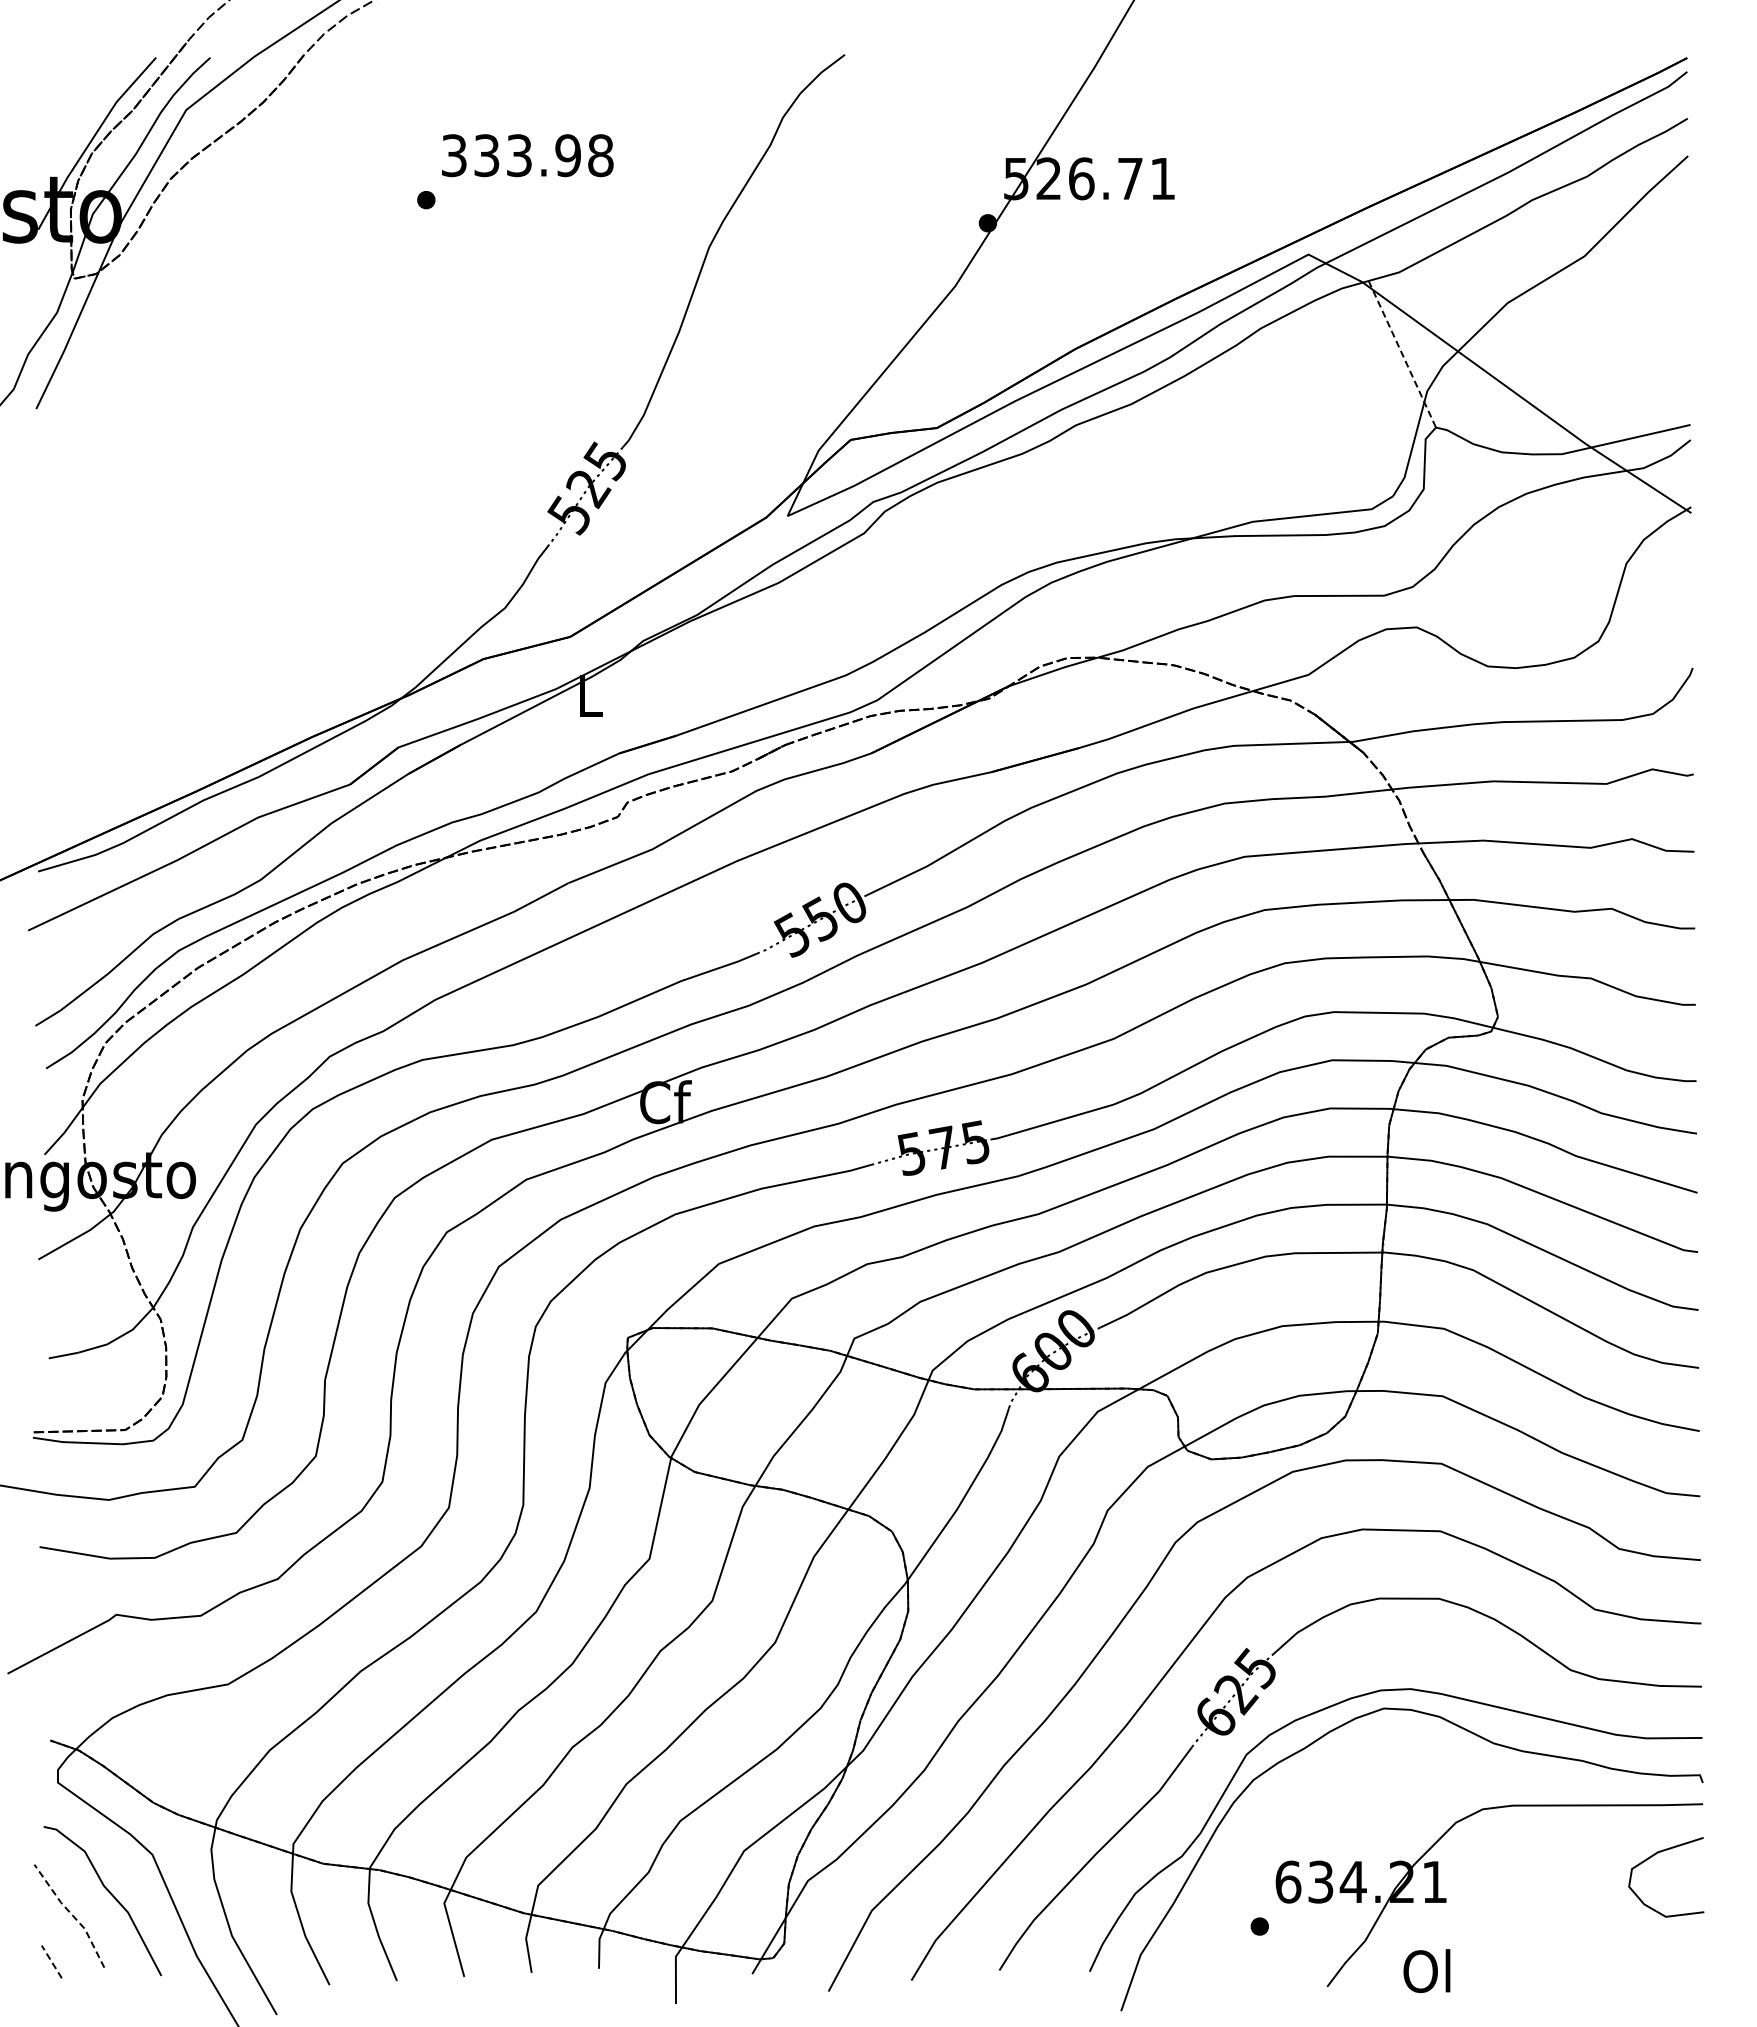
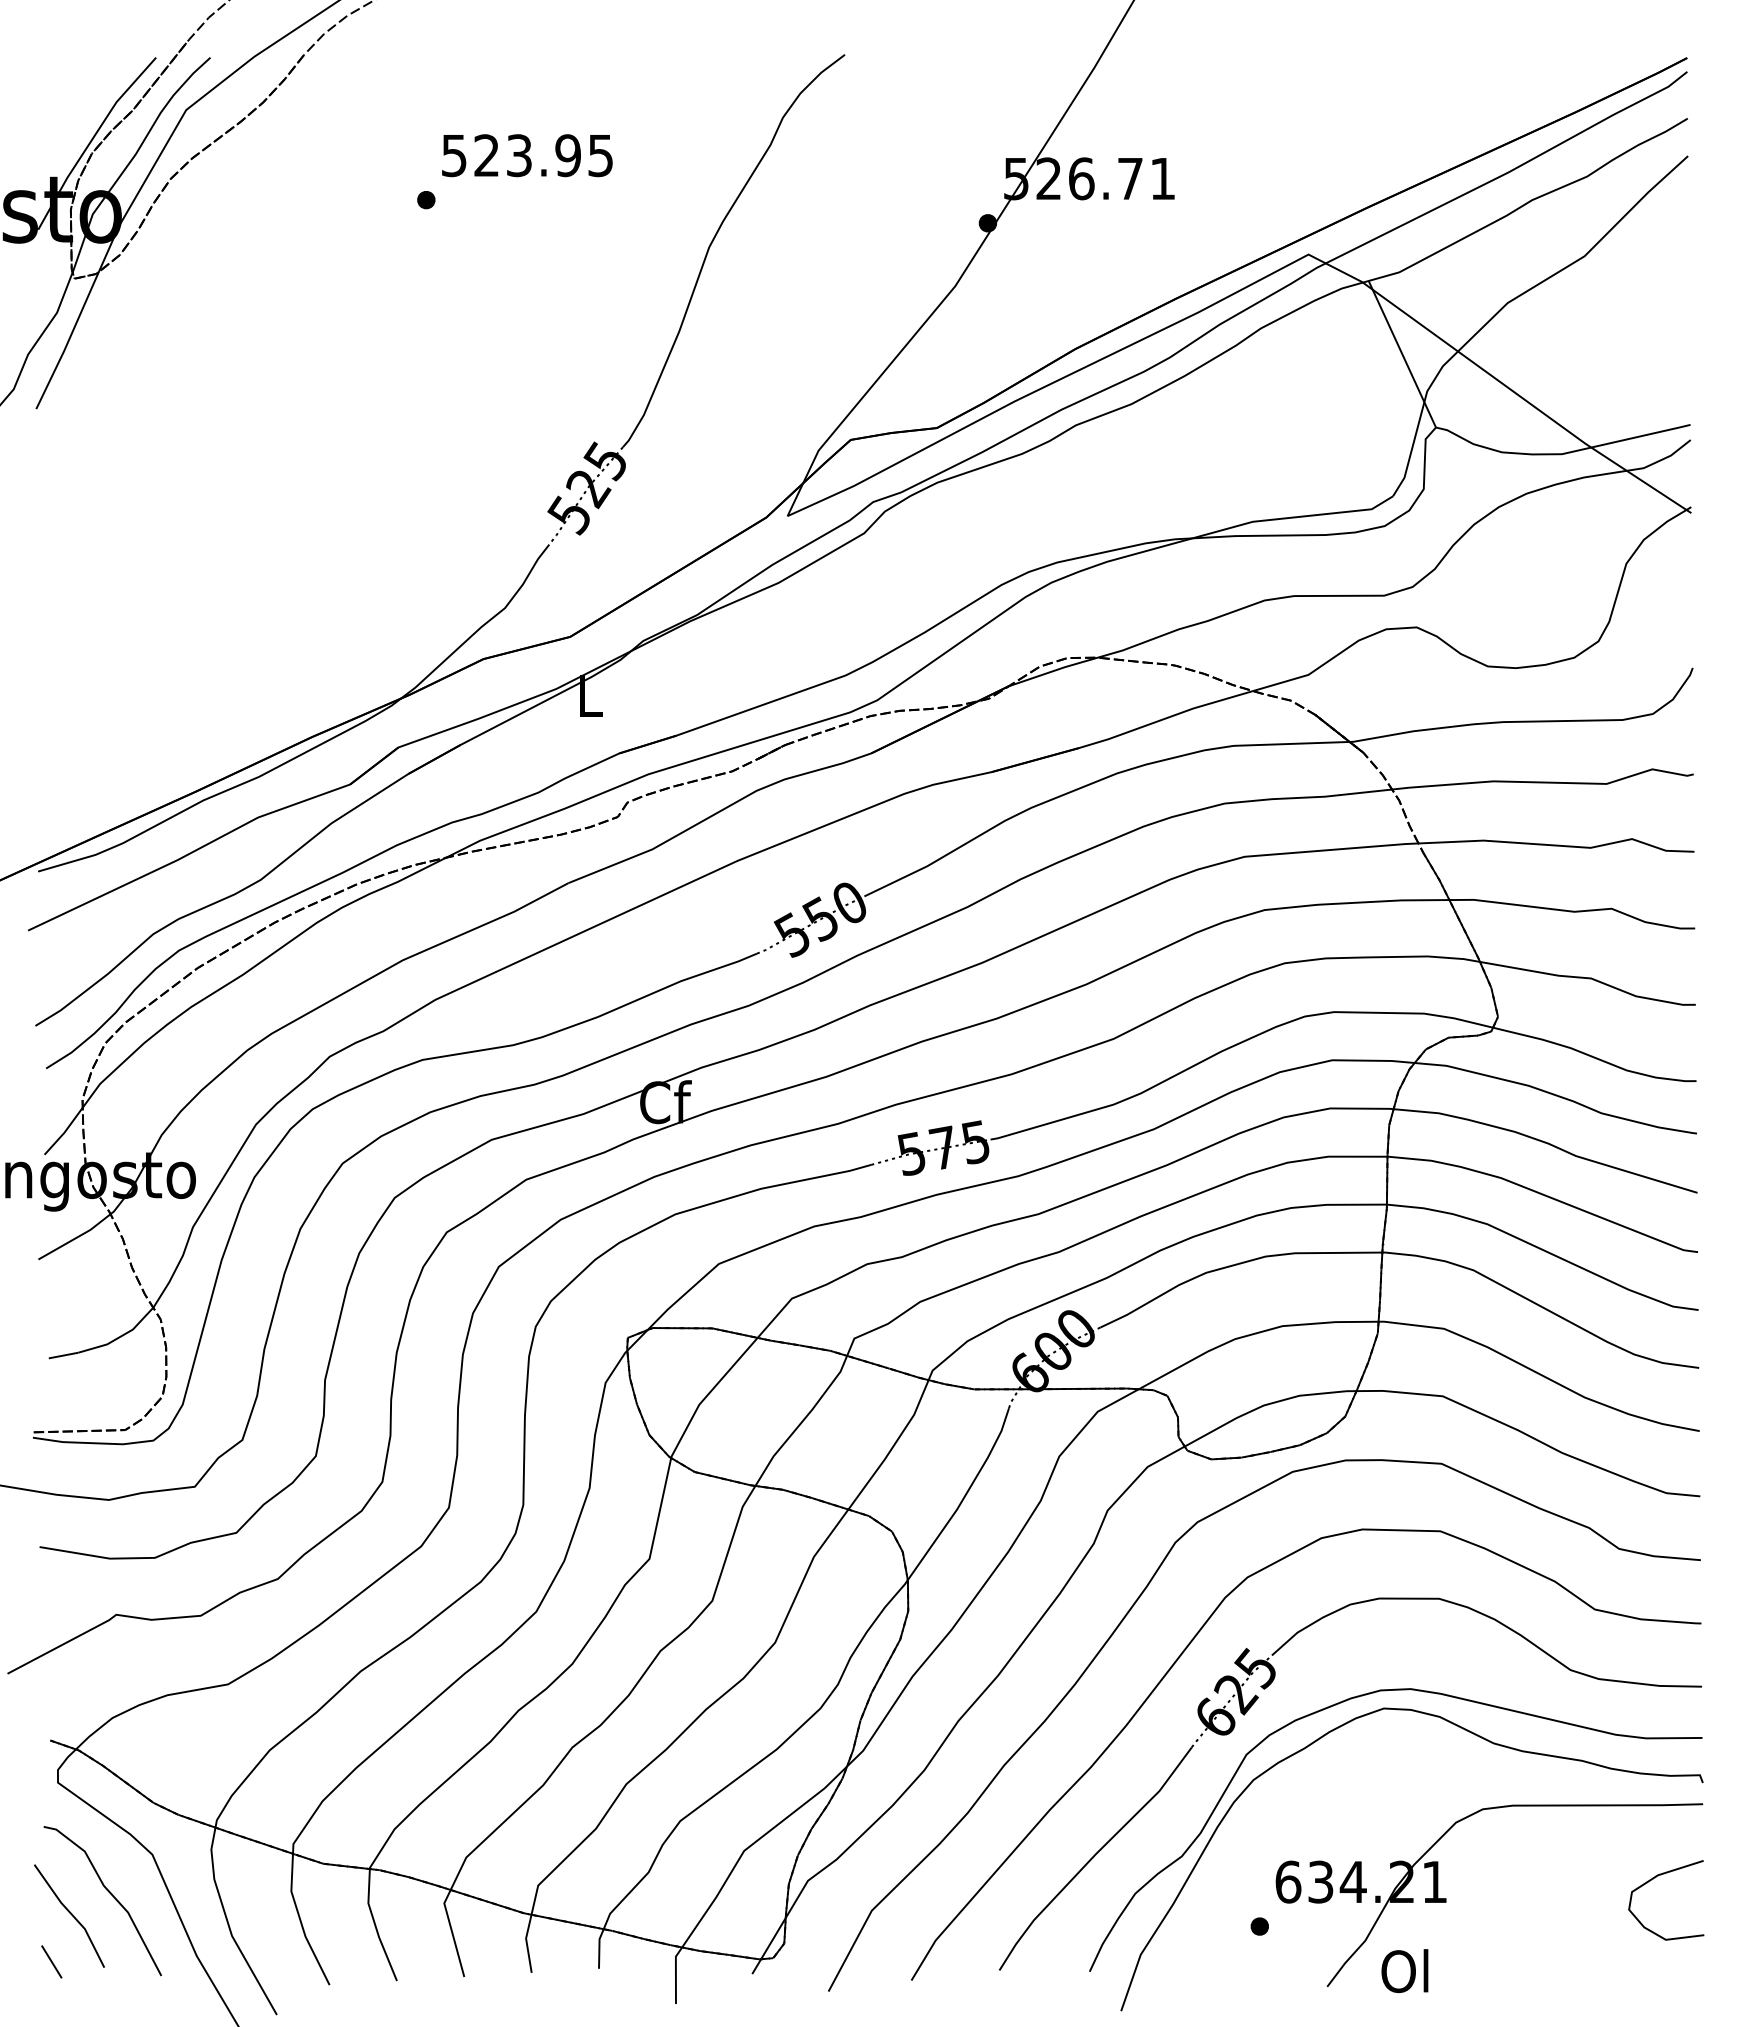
text at (527, 155): 333.98 -> 523.95
line at (1402, 354): dashed -> solid
curve at (1655, 1855) position: (1655, 1855) -> (1655, 1878)
line at (71, 1914): dashed -> solid
line at (51, 1961): dashed -> solid
text at (1426, 1971) position: (1426, 1971) -> (1404, 1971)
